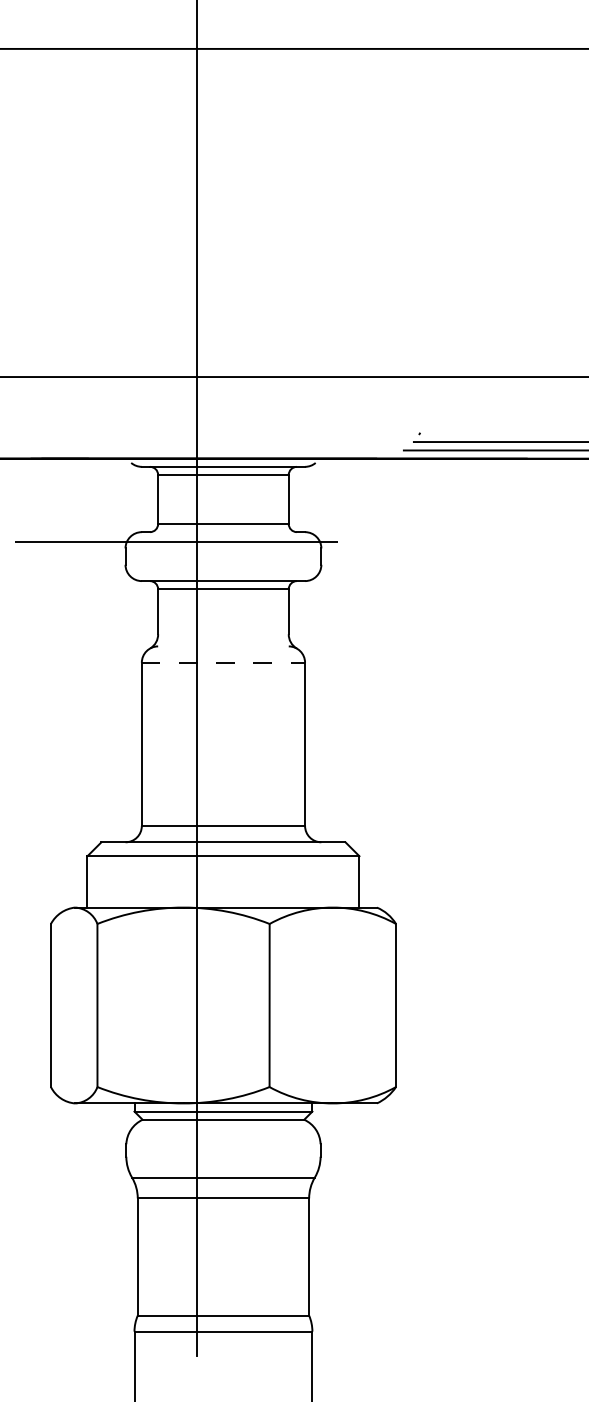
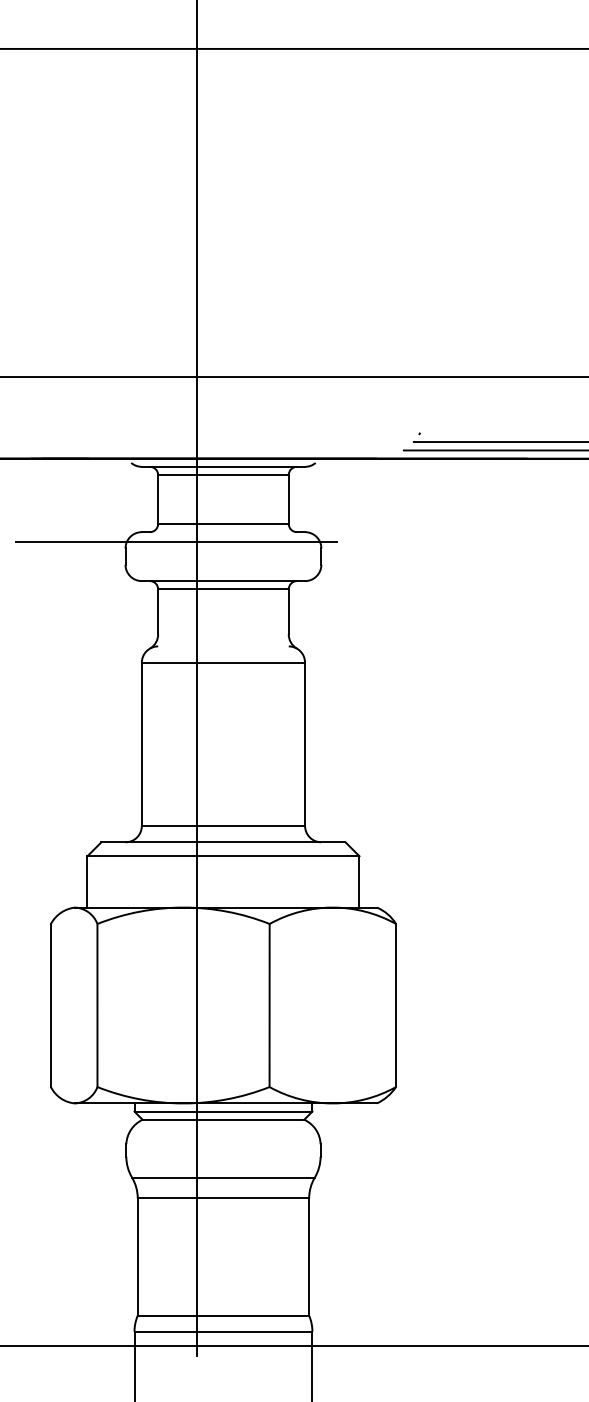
line at (223, 662): dashed -> solid
line at (293, 1345): none -> present
